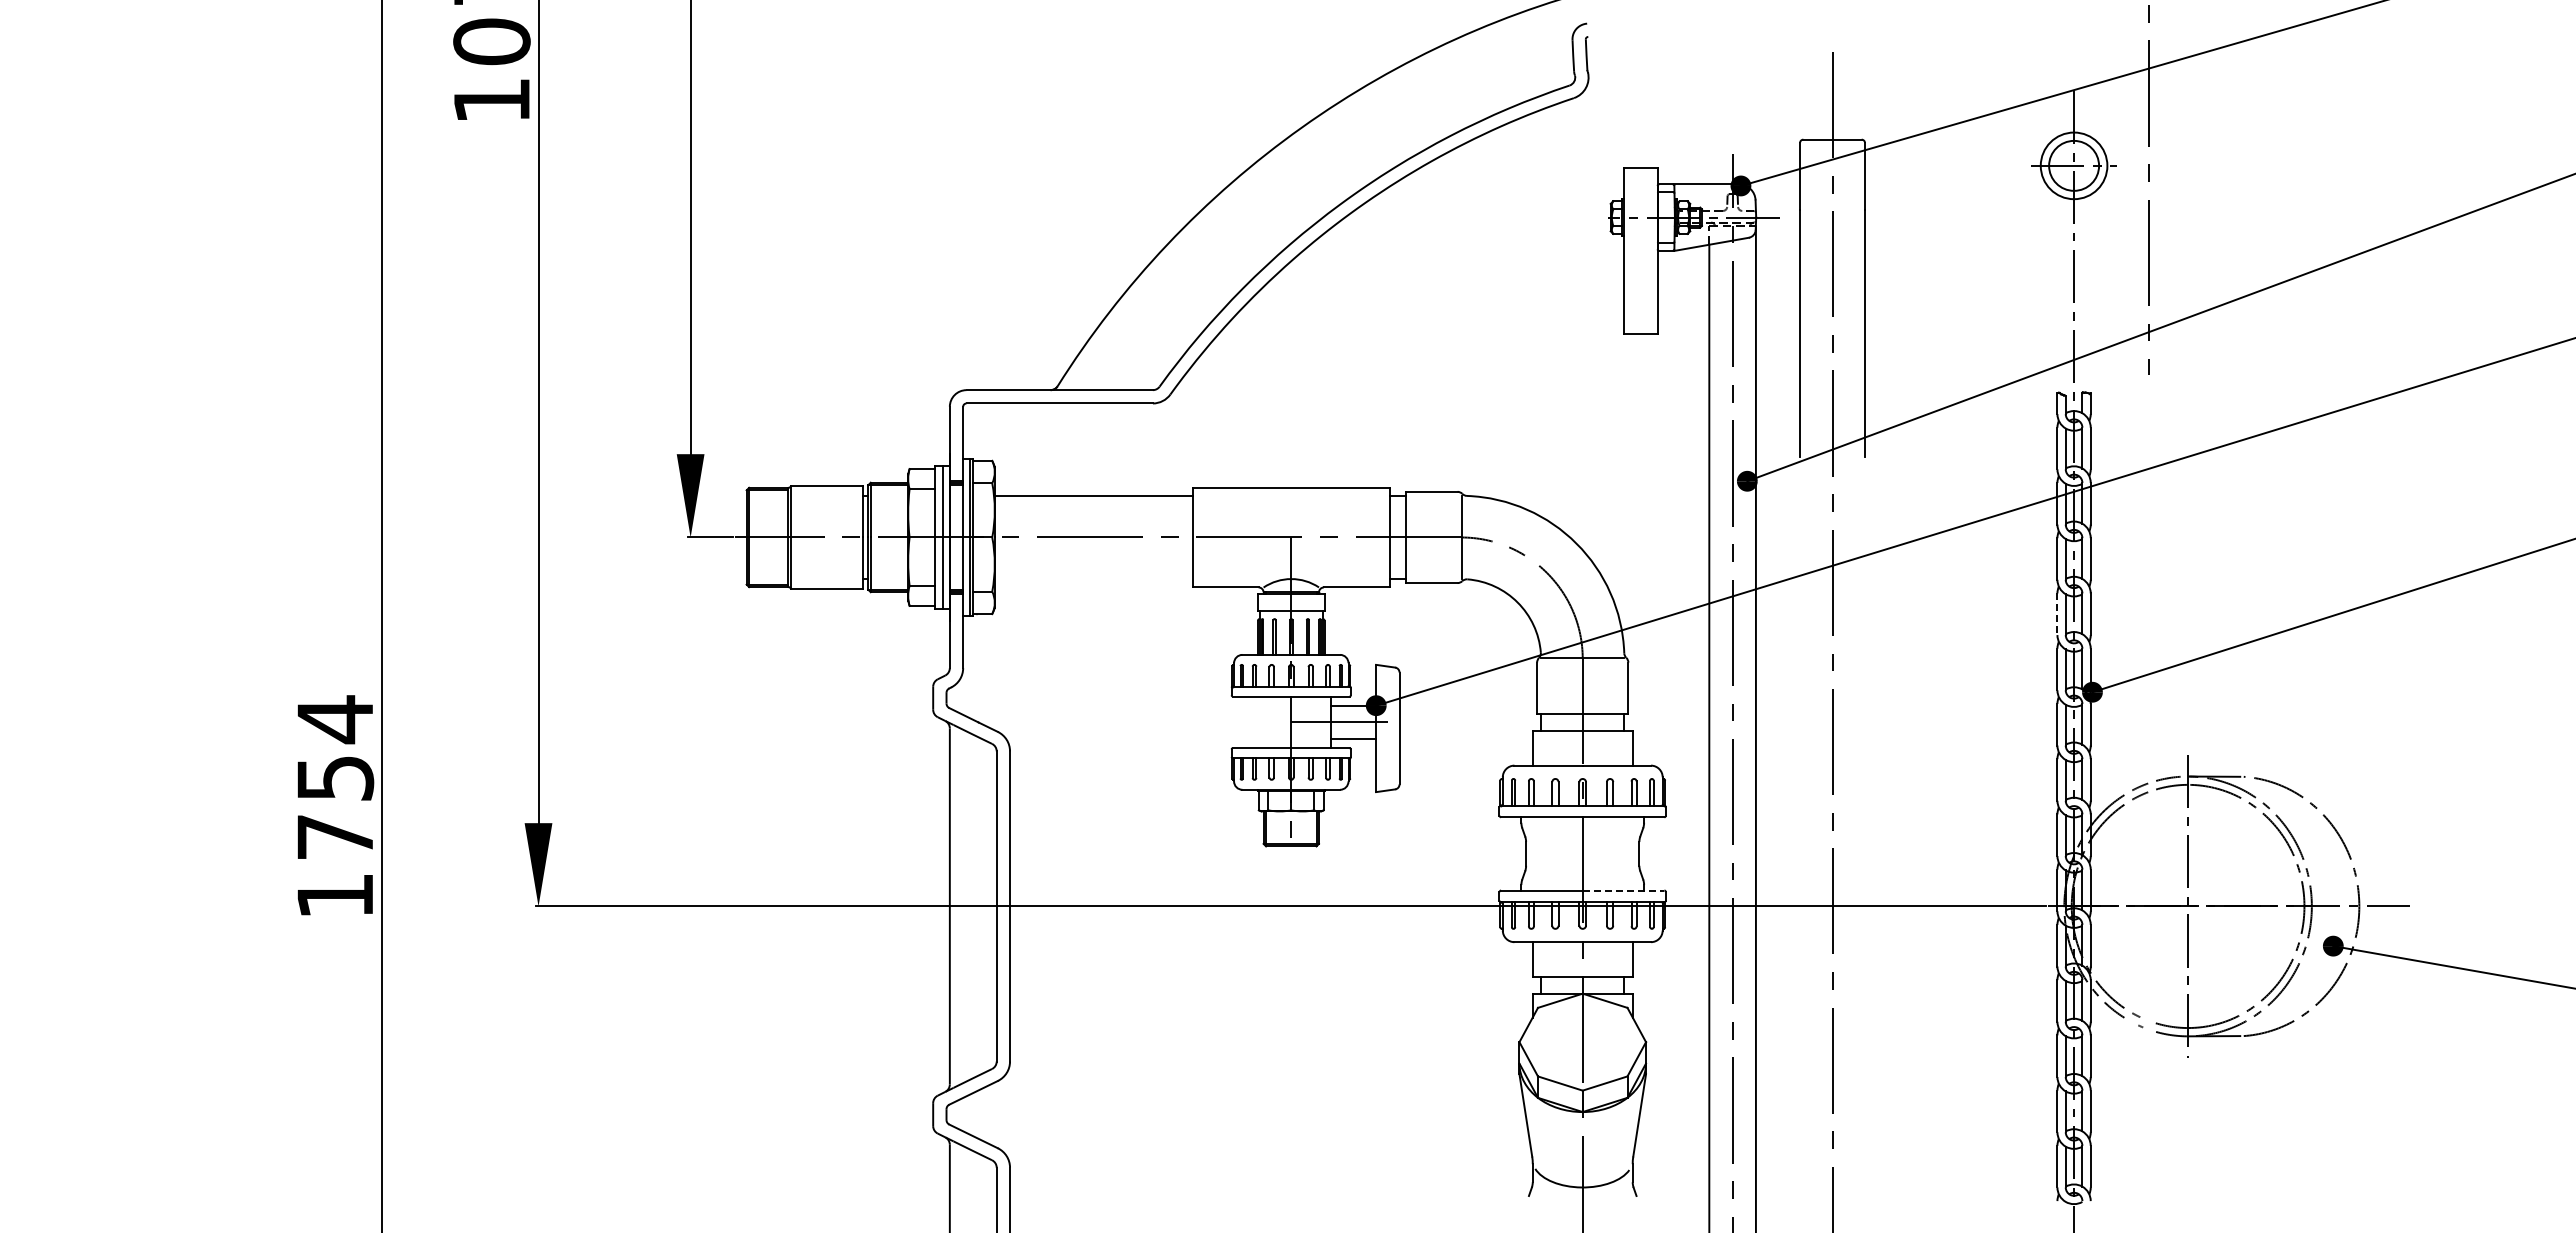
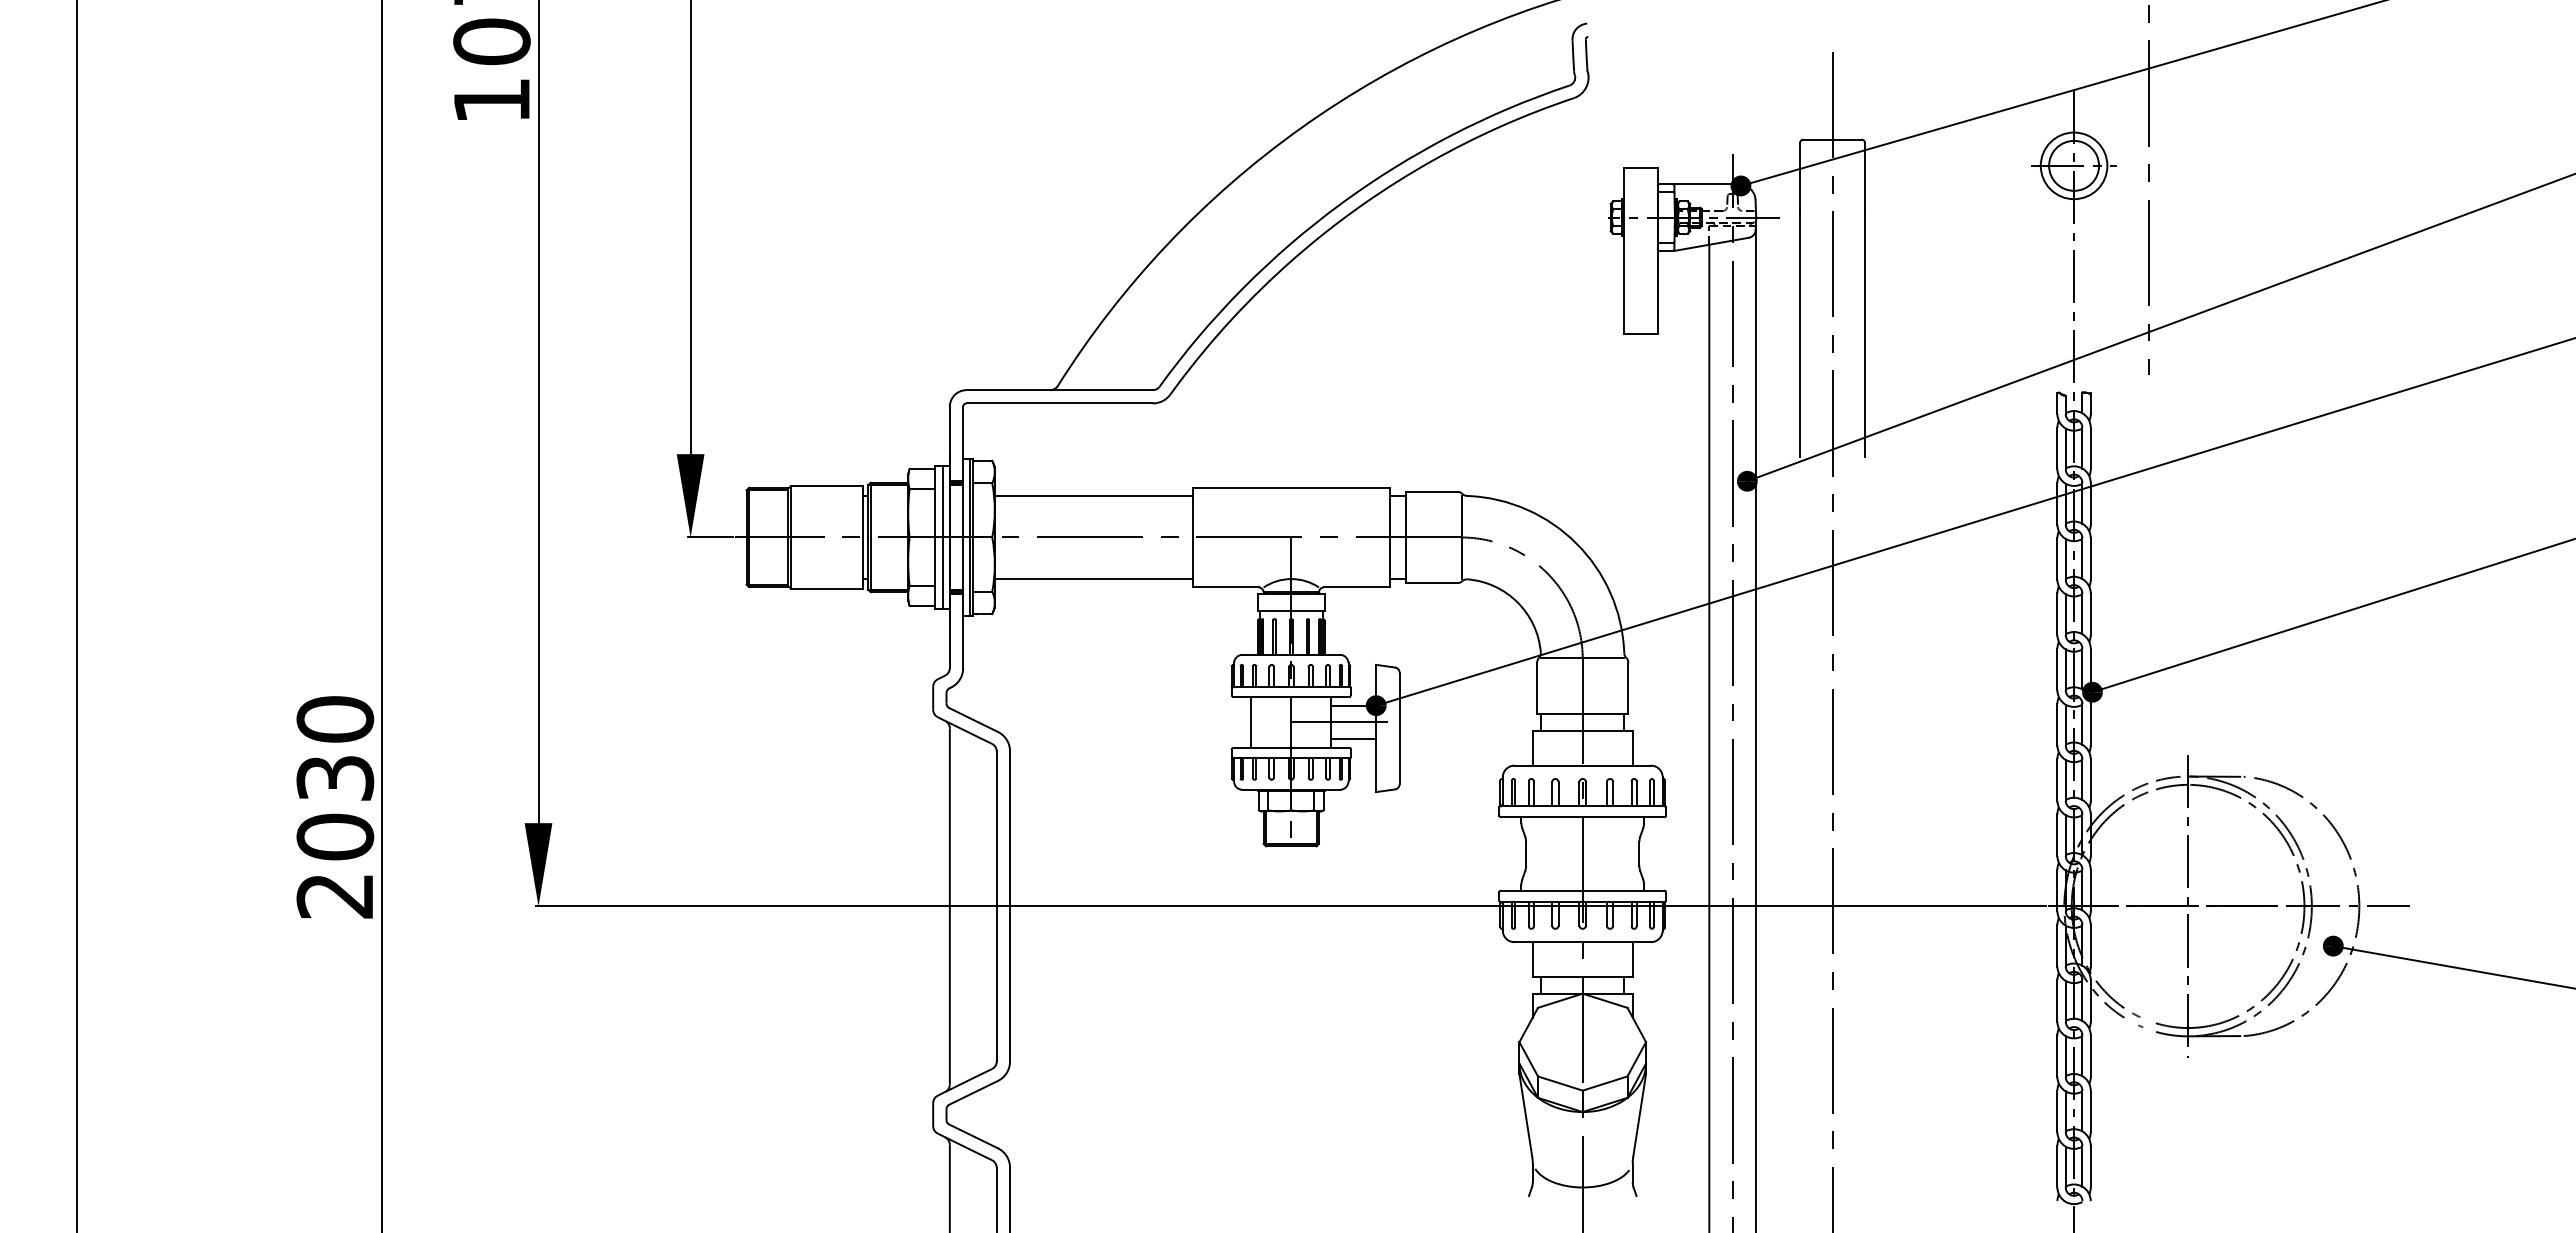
line at (1093, 579): none -> present
line at (2057, 614): dashed -> solid
line at (77, 615): none -> present
line at (1251, 722): none -> present
text at (335, 806): 1754 -> 2030
line at (1623, 890): dashed -> solid
